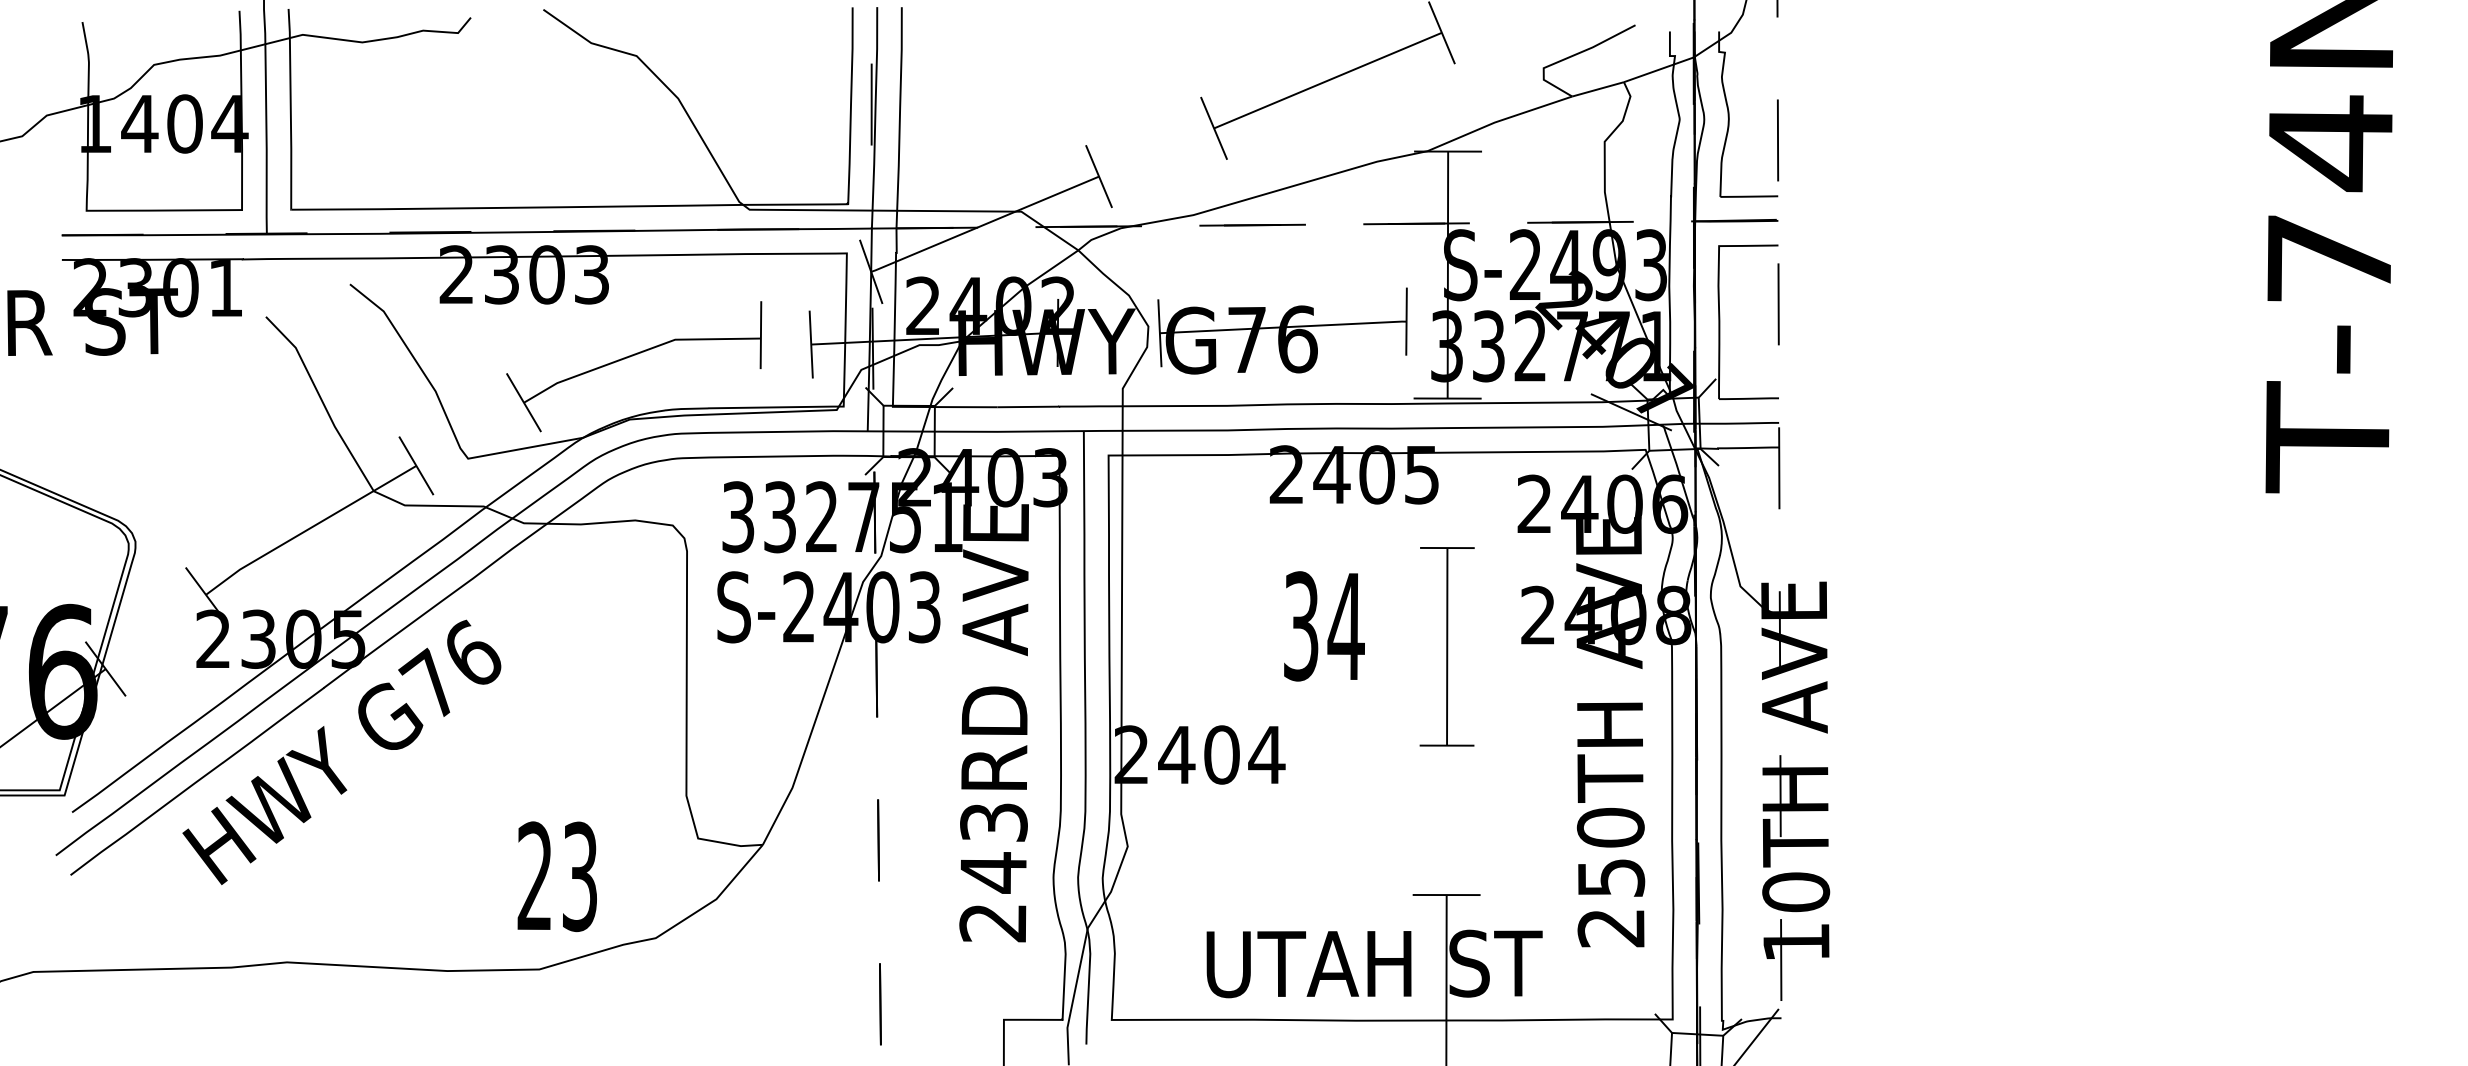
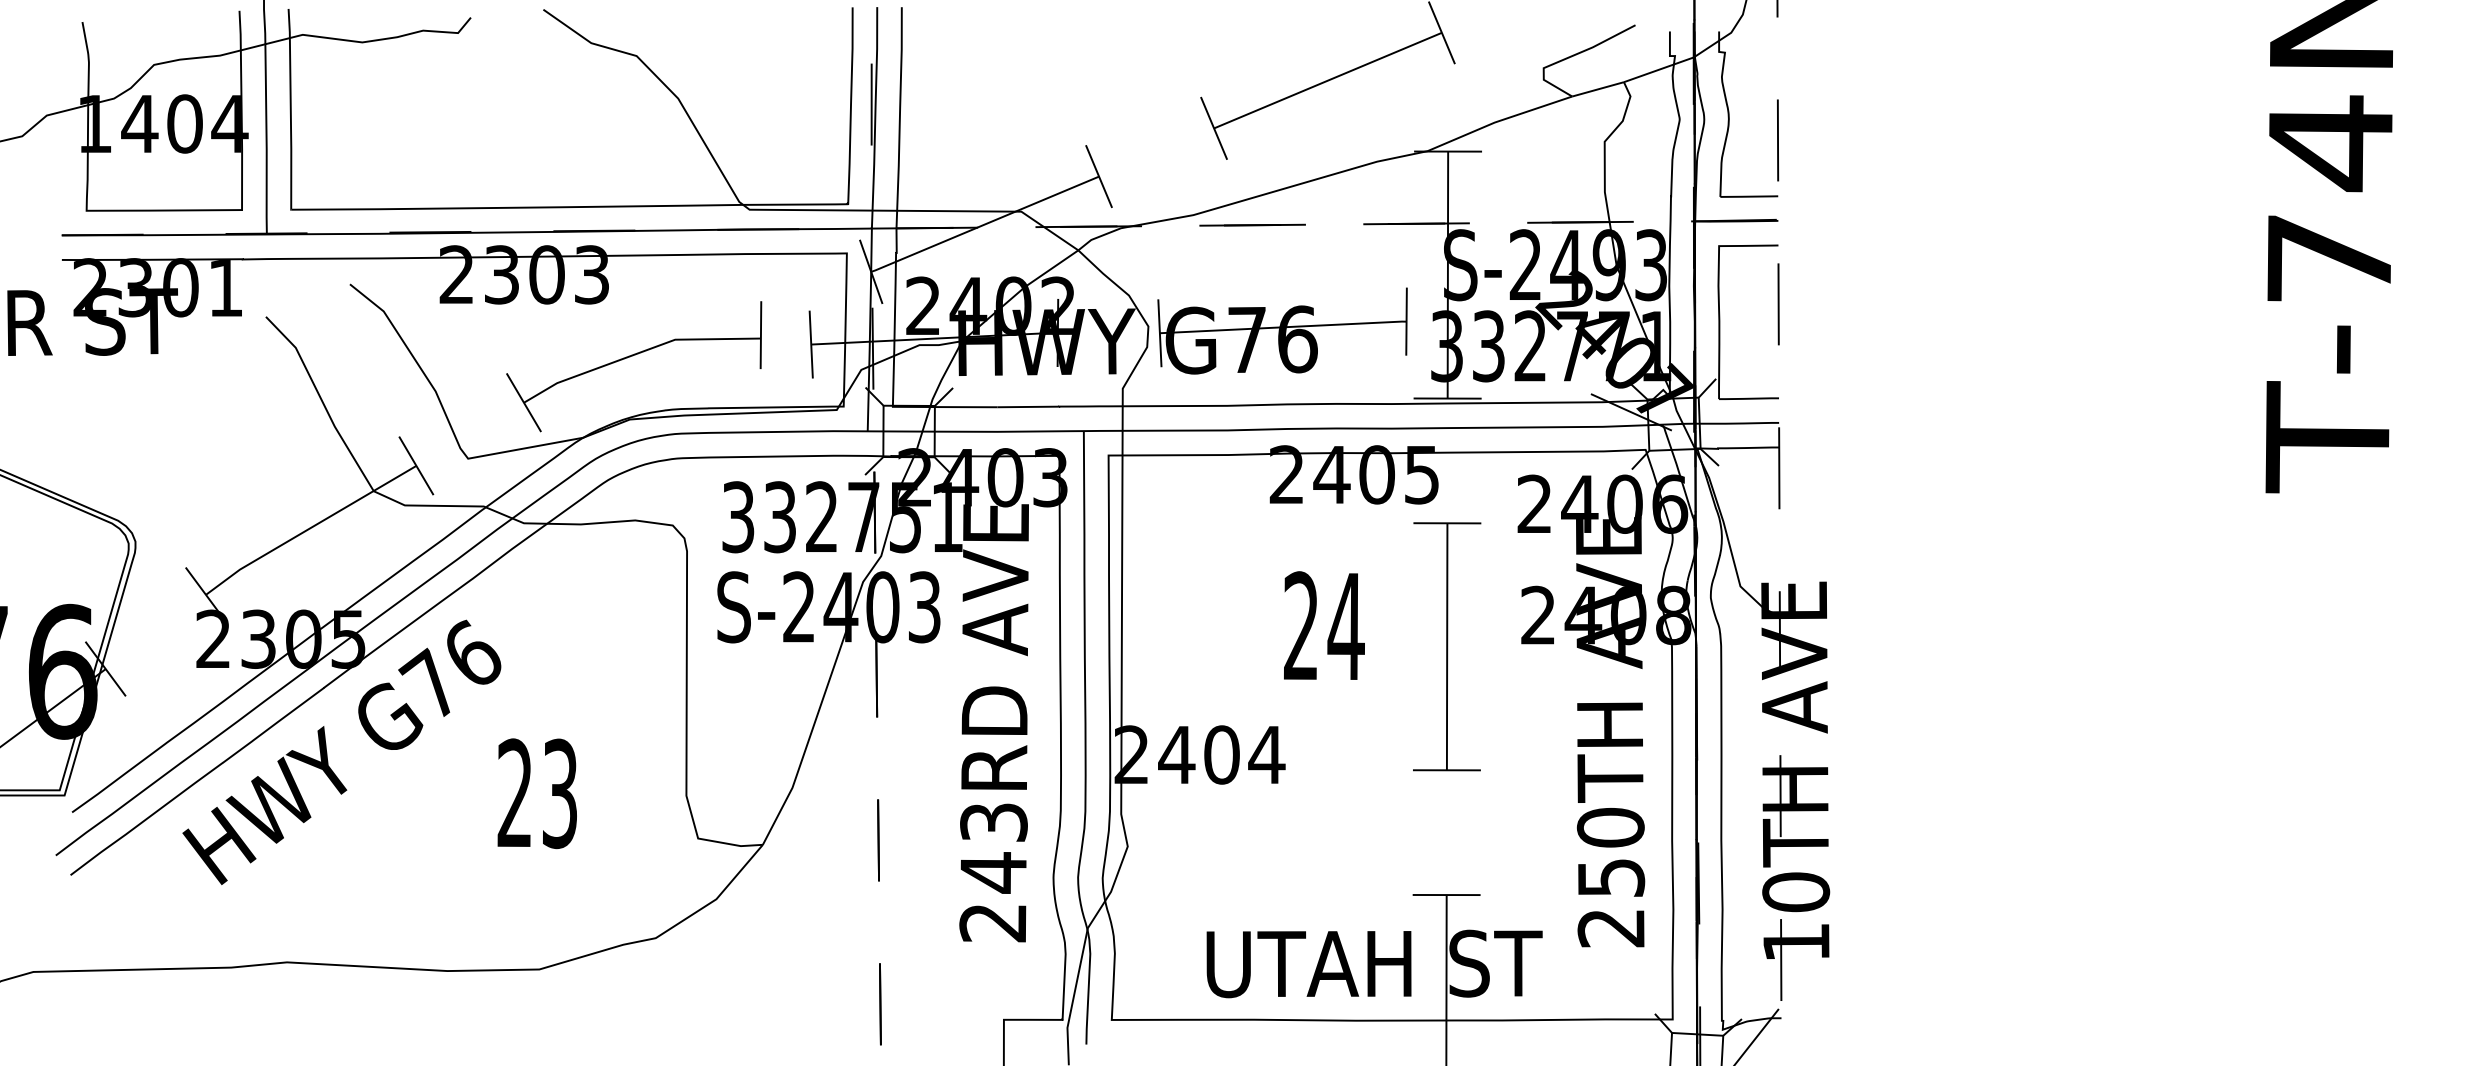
text at (1301, 626): 34 -> 24
part at (1446, 646) size: 56x200 px -> 69x250 px
text at (556, 876) position: (556, 876) -> (536, 793)
